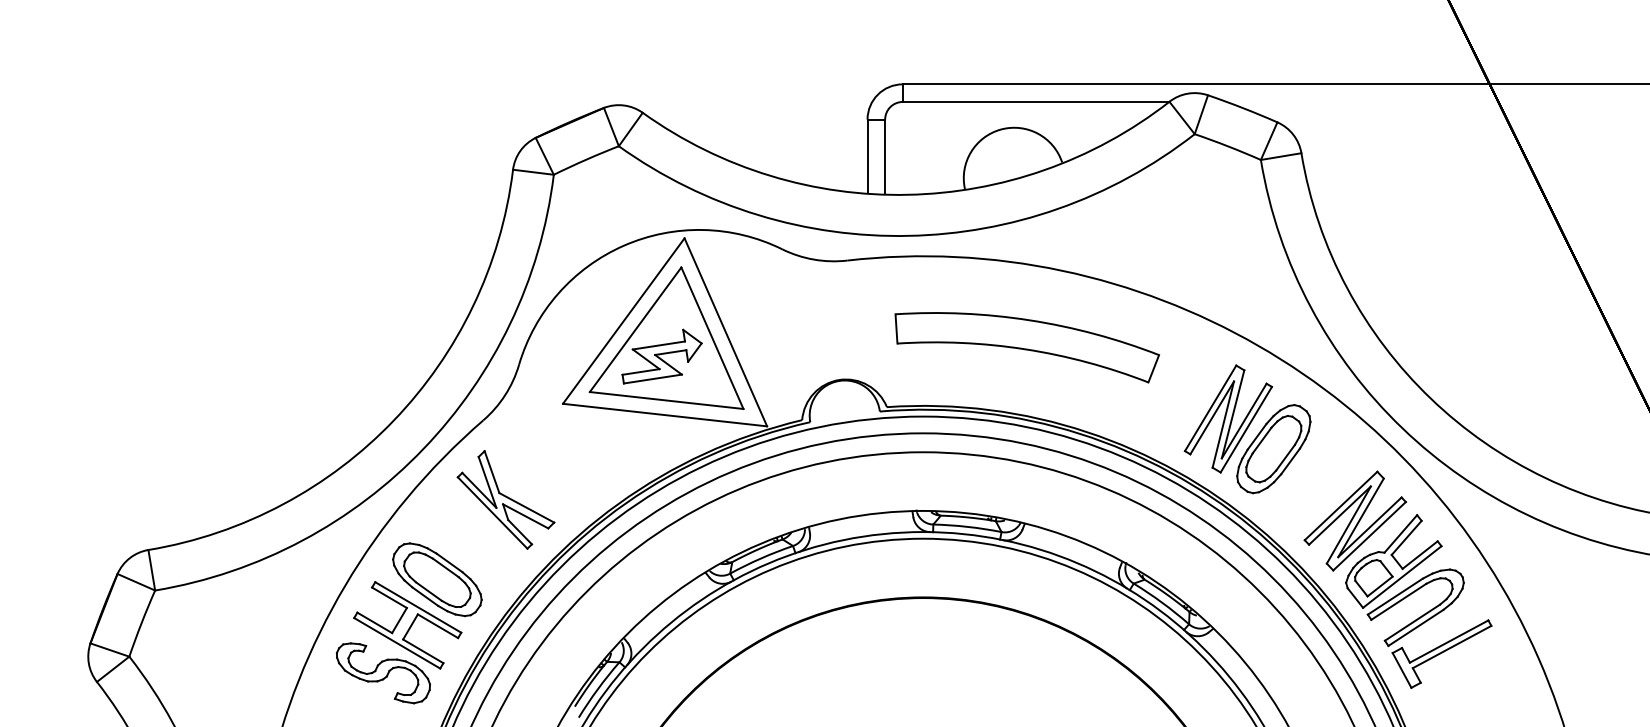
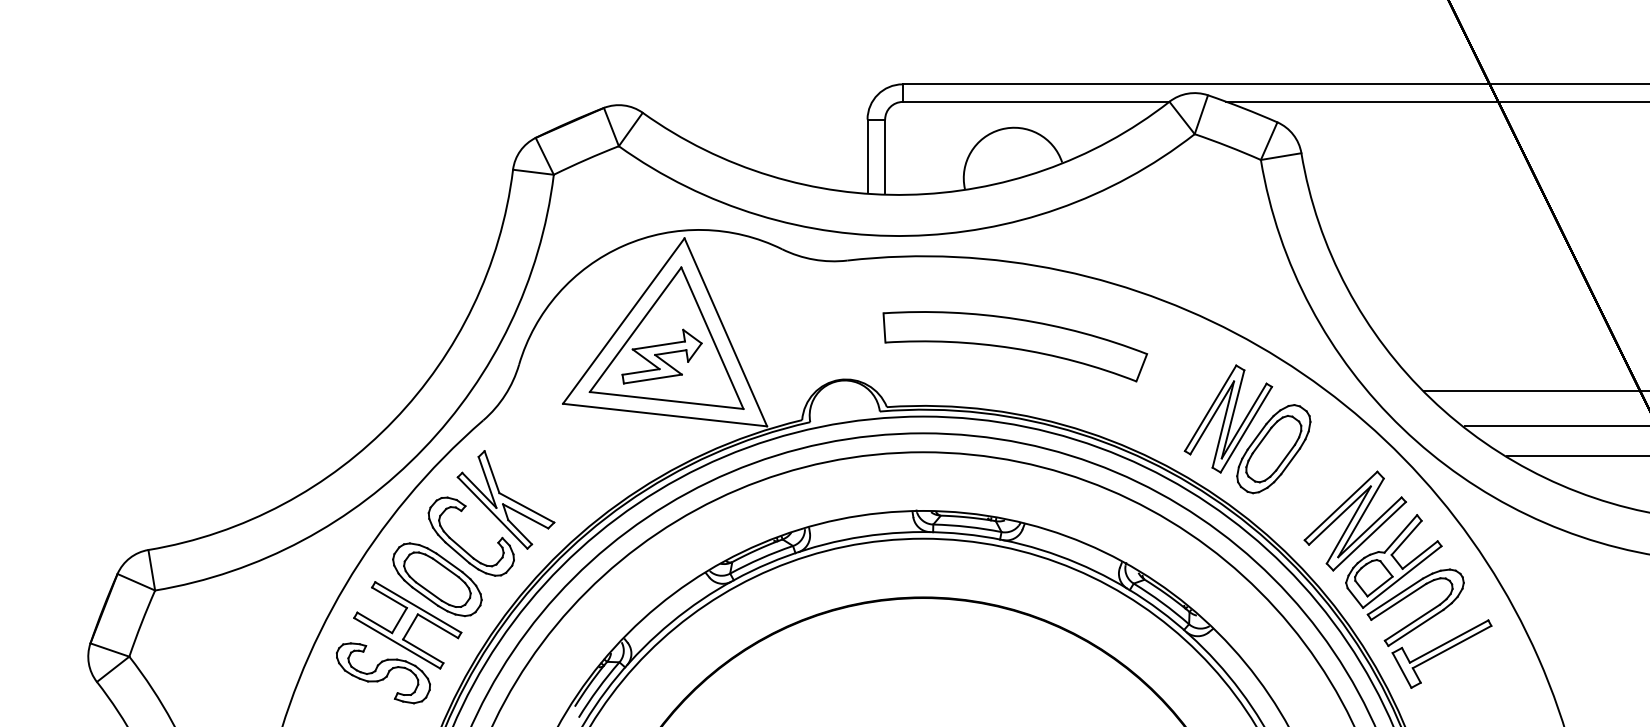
line at (1436, 101): none -> present
part at (1027, 347) position: (1027, 347) -> (1015, 346)
line at (1535, 391): none -> present
line at (1555, 426): none -> present
line at (1576, 455): none -> present
part at (460, 545): none -> present
